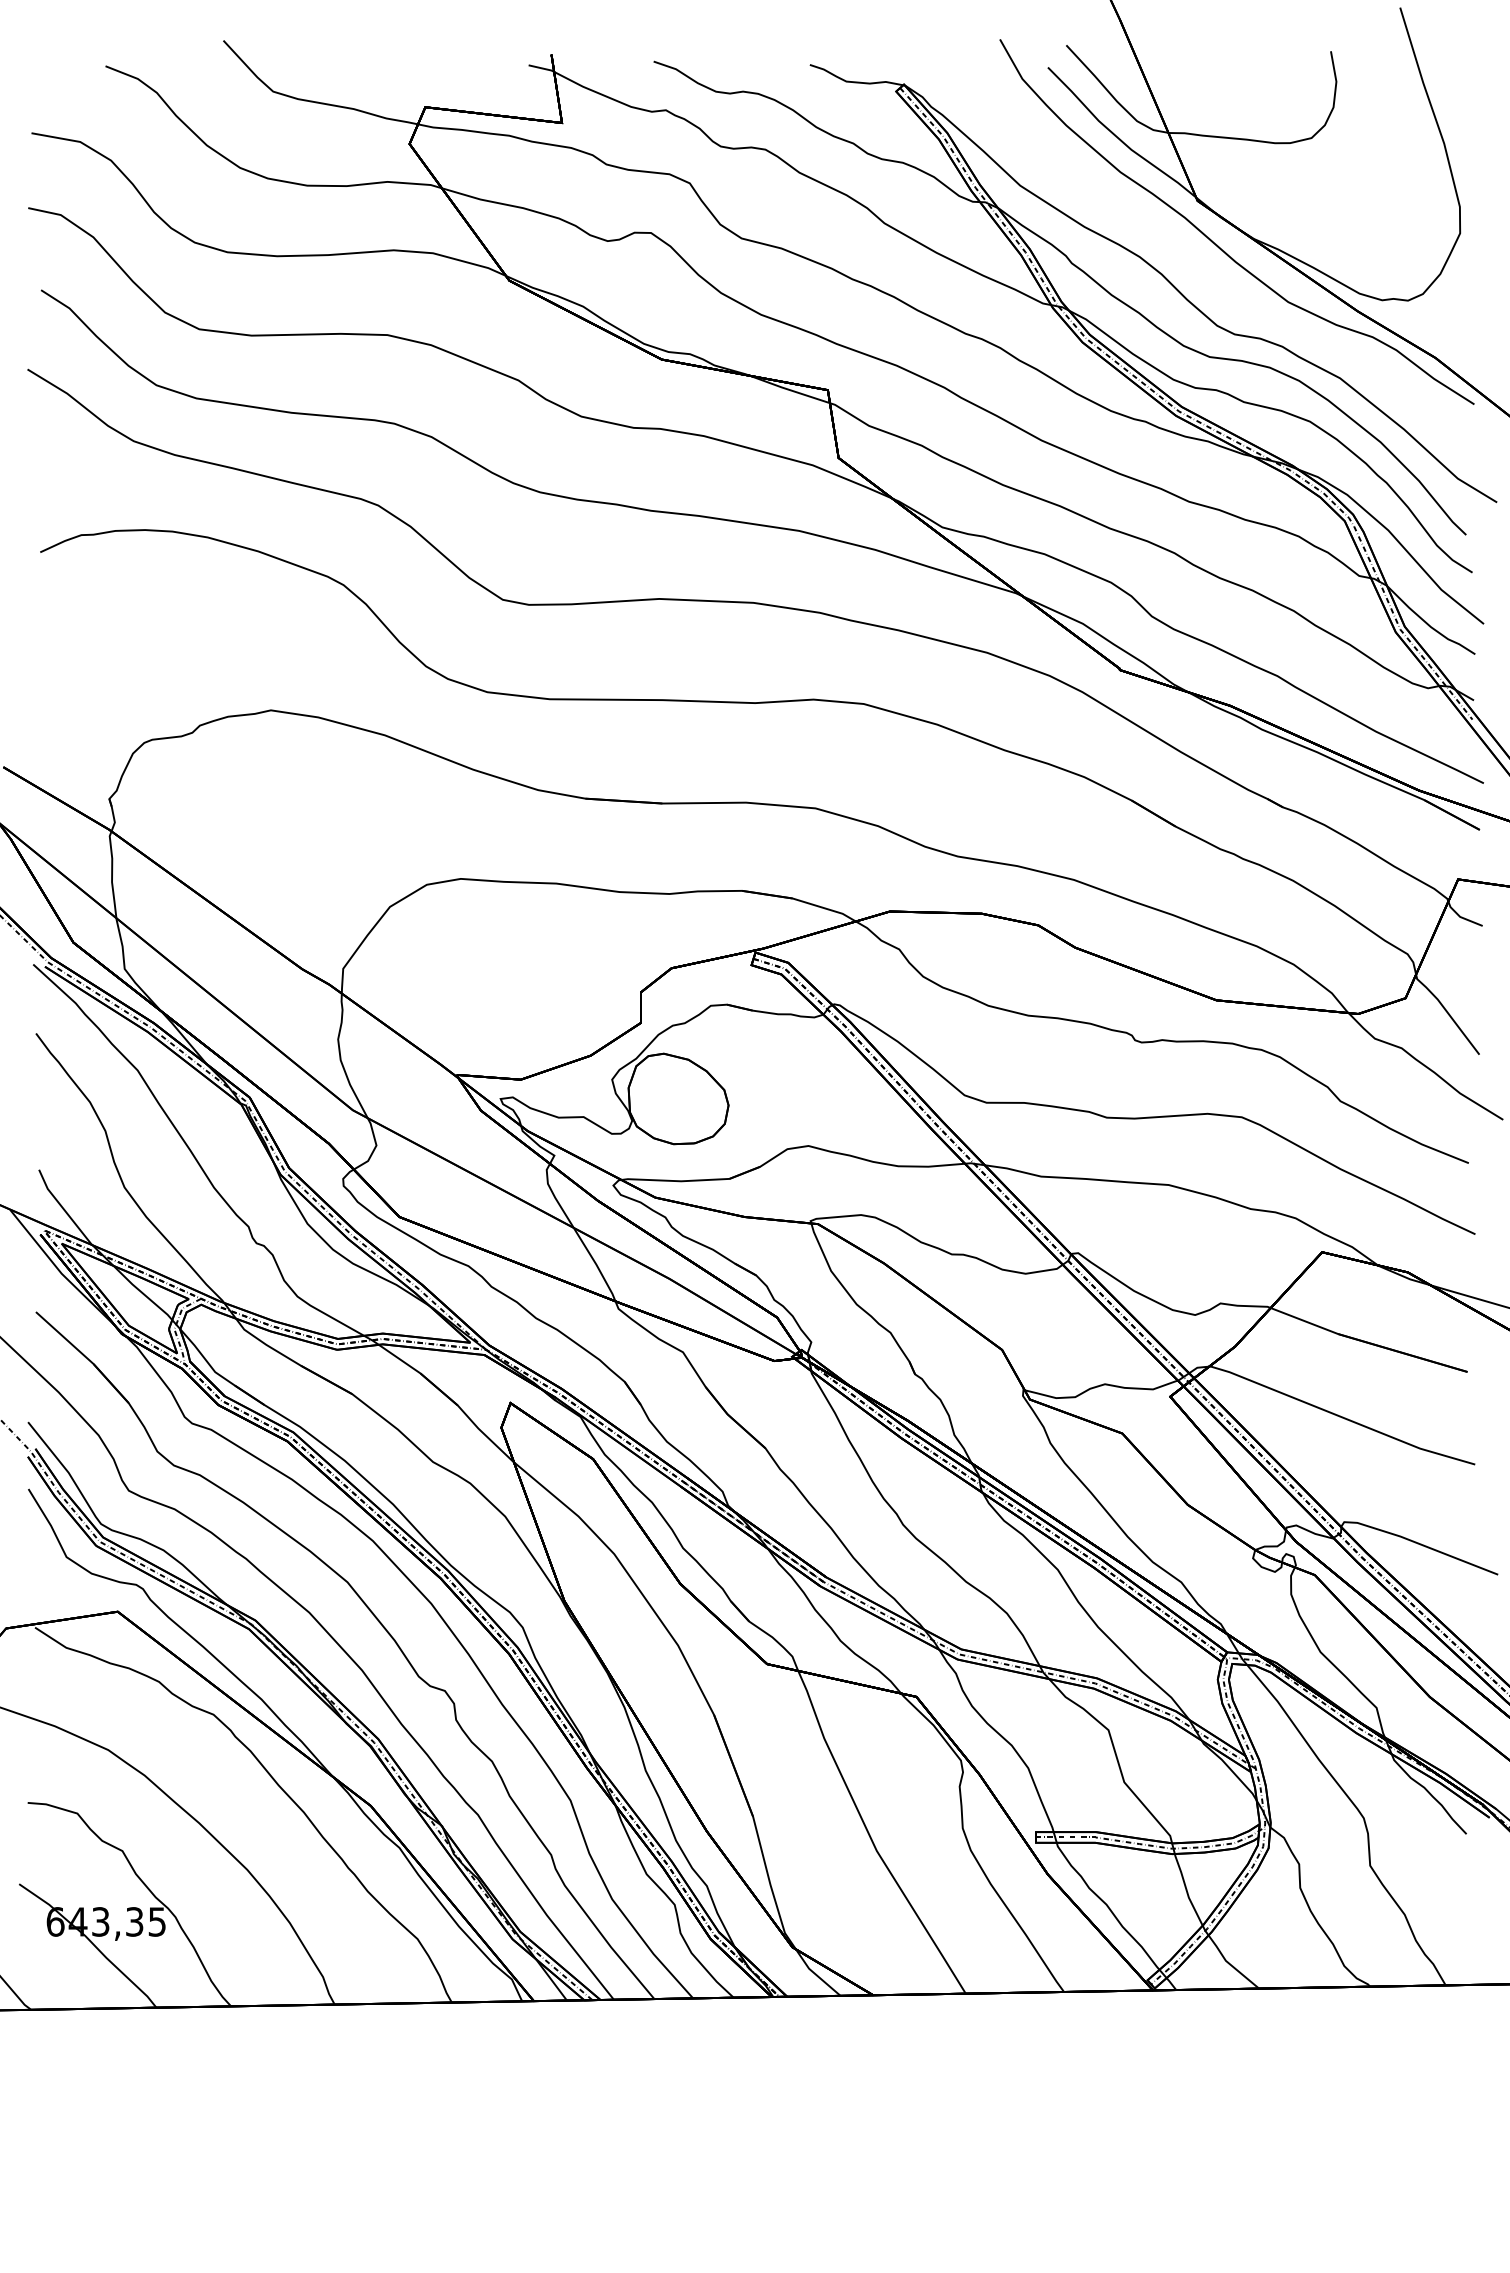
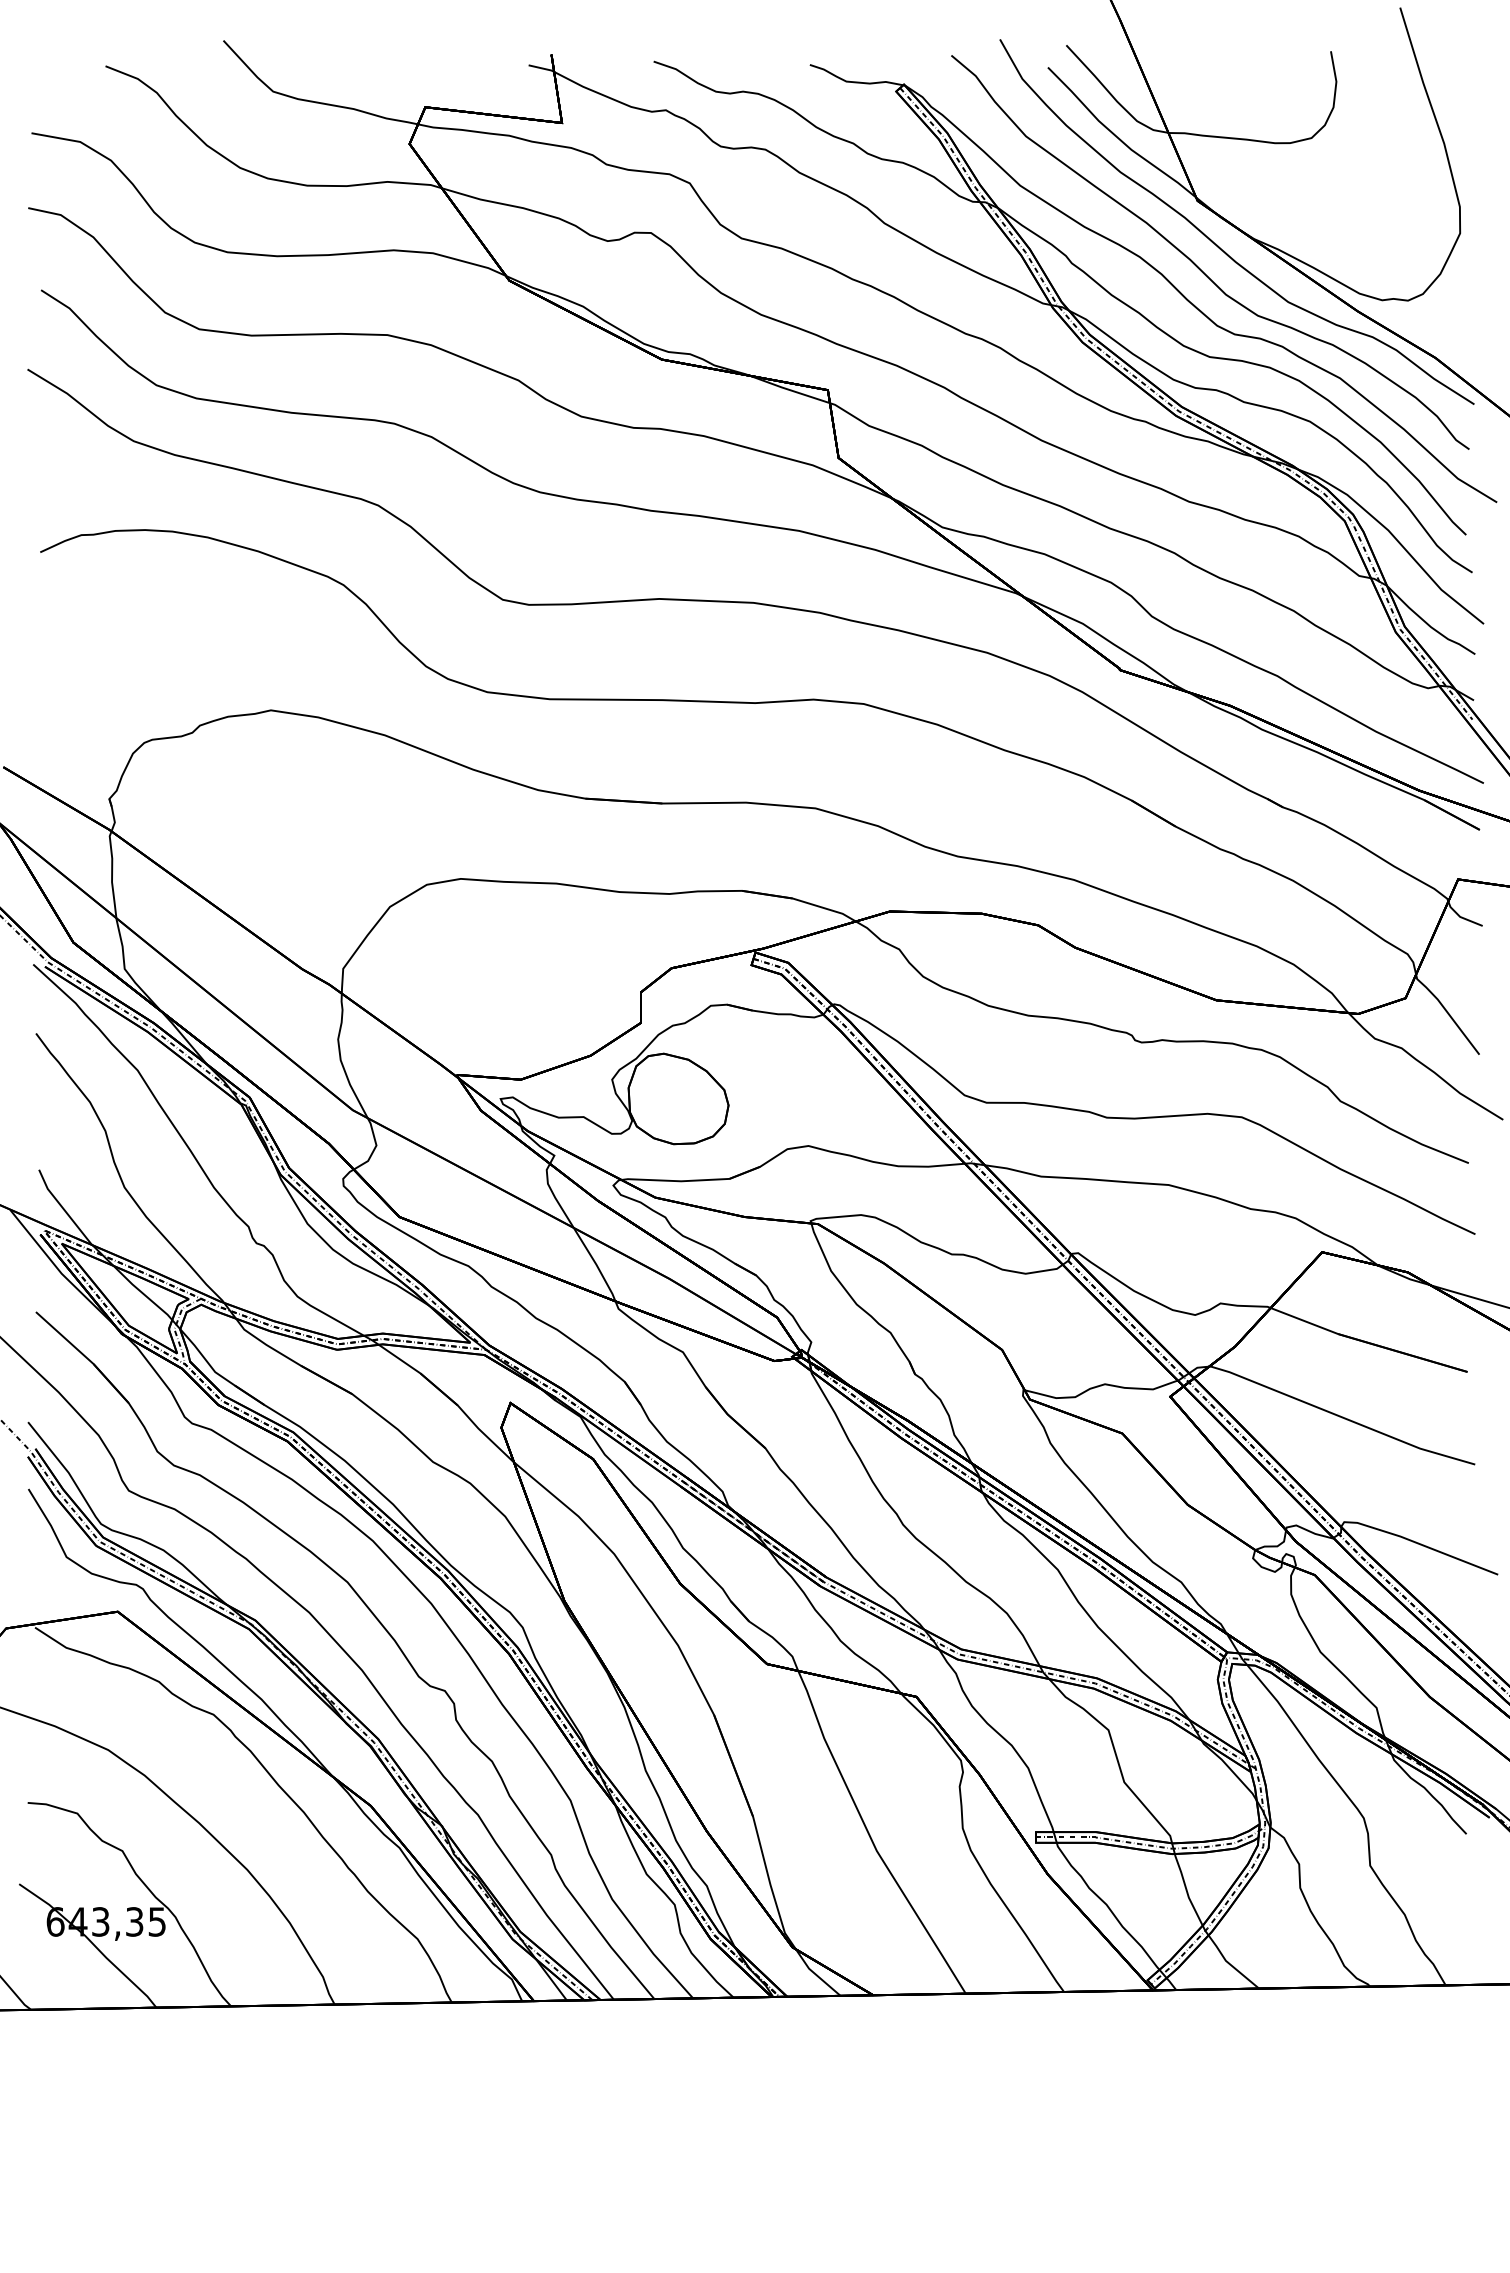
curve at (1197, 265): none -> present
